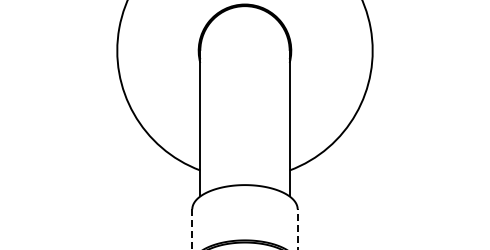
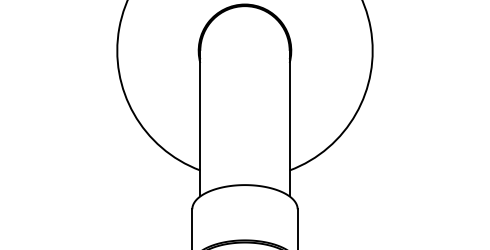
line at (297, 229): dashed -> solid
line at (192, 230): dashed -> solid
